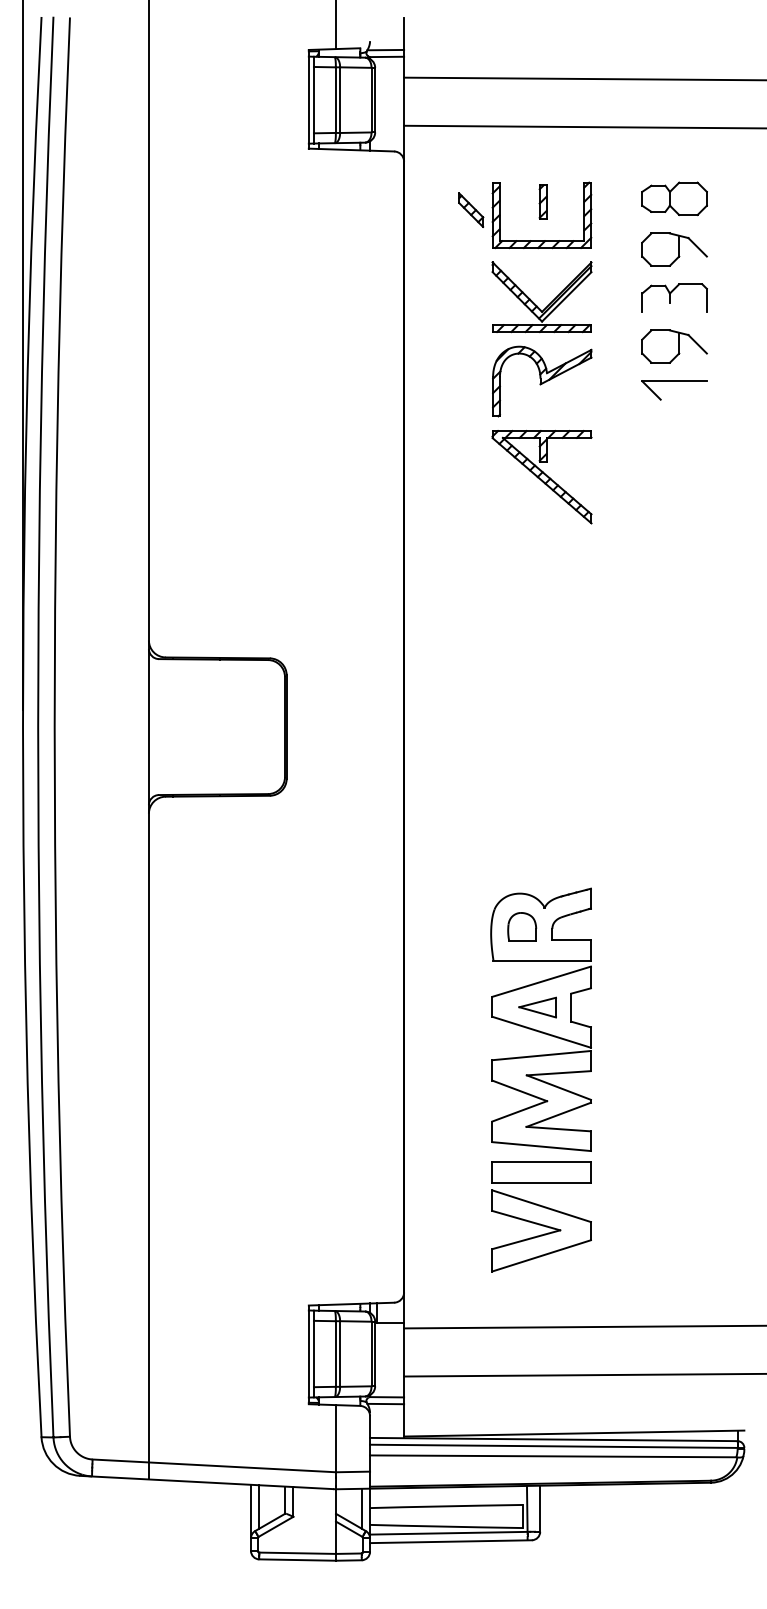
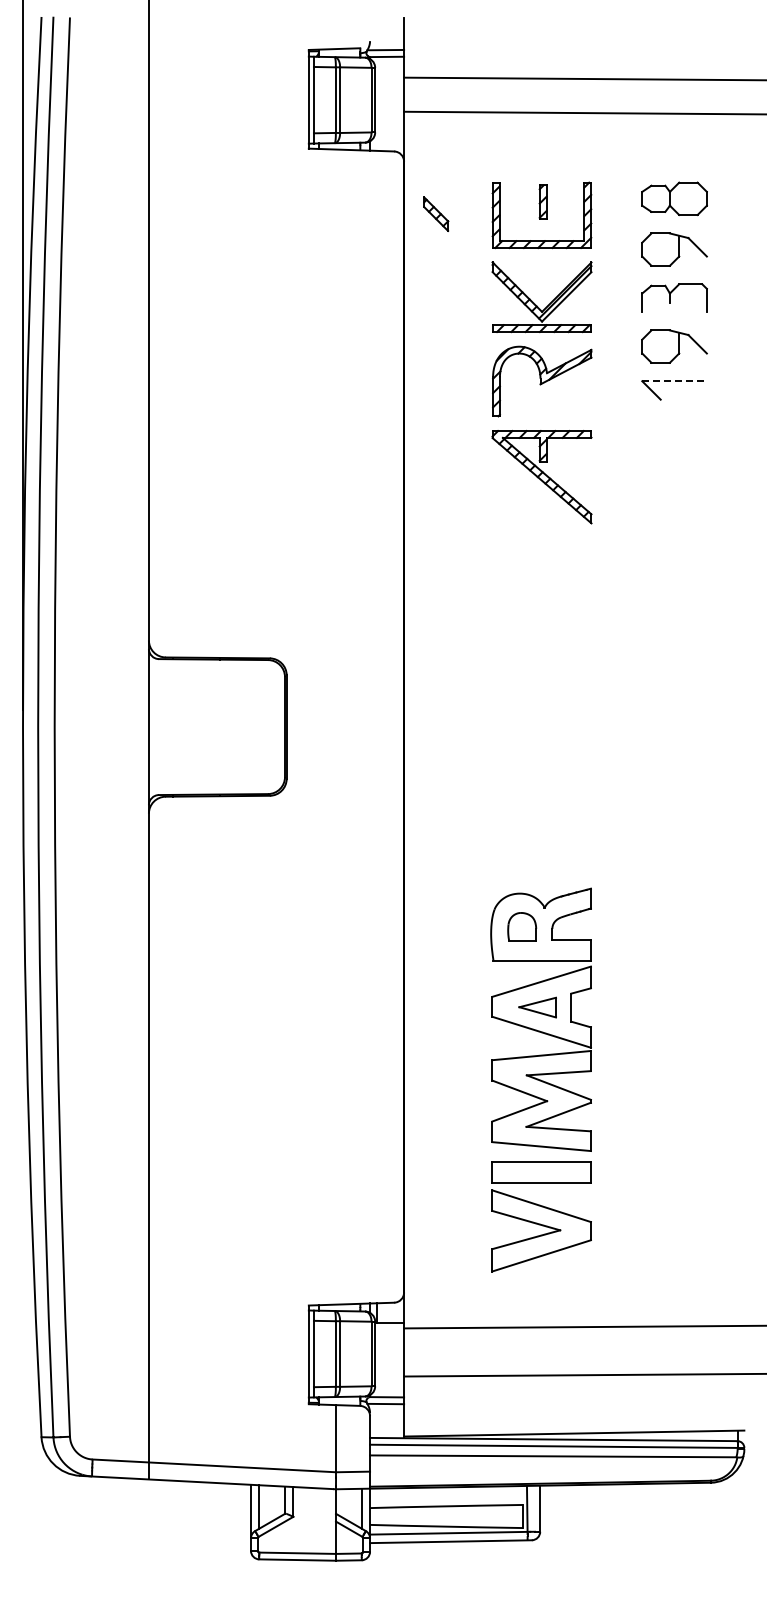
line at (336, 25): present -> none
line at (583, 126) position: (583, 126) -> (583, 112)
part at (471, 209) position: (471, 209) -> (436, 213)
line at (675, 381): solid -> dashed
